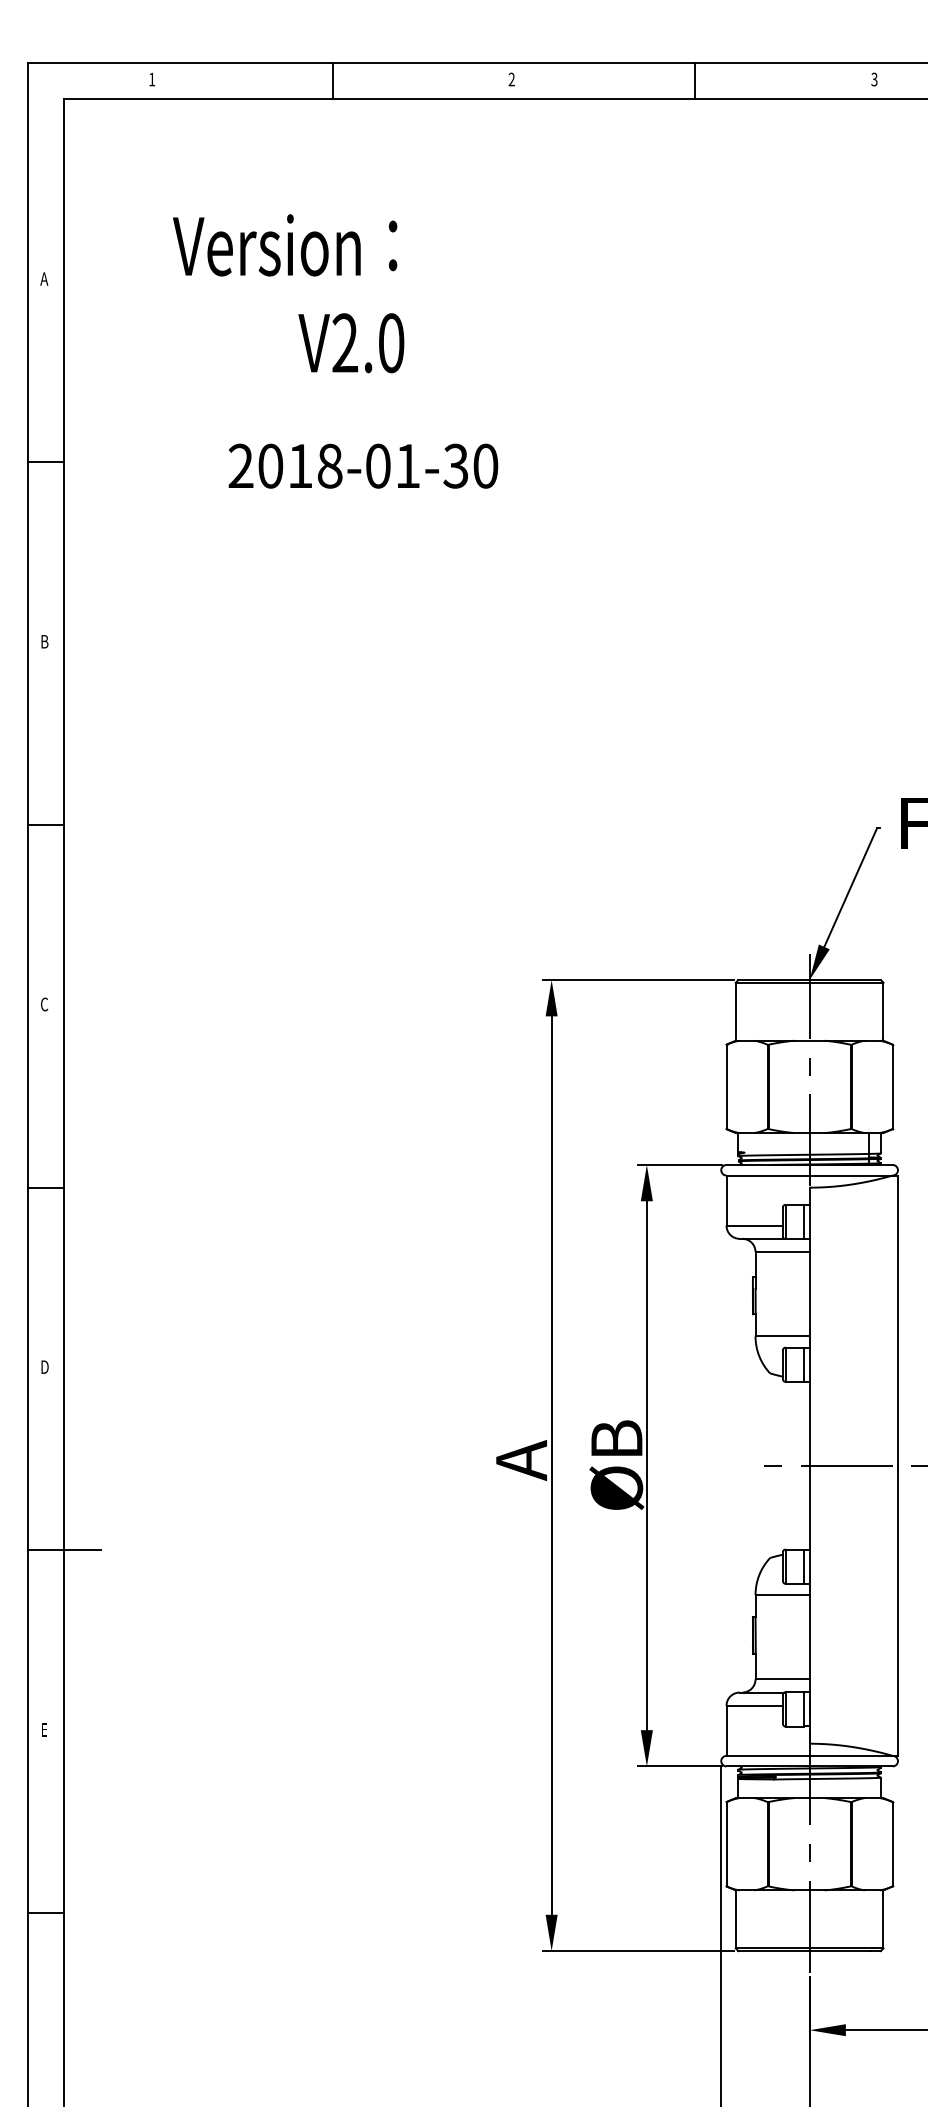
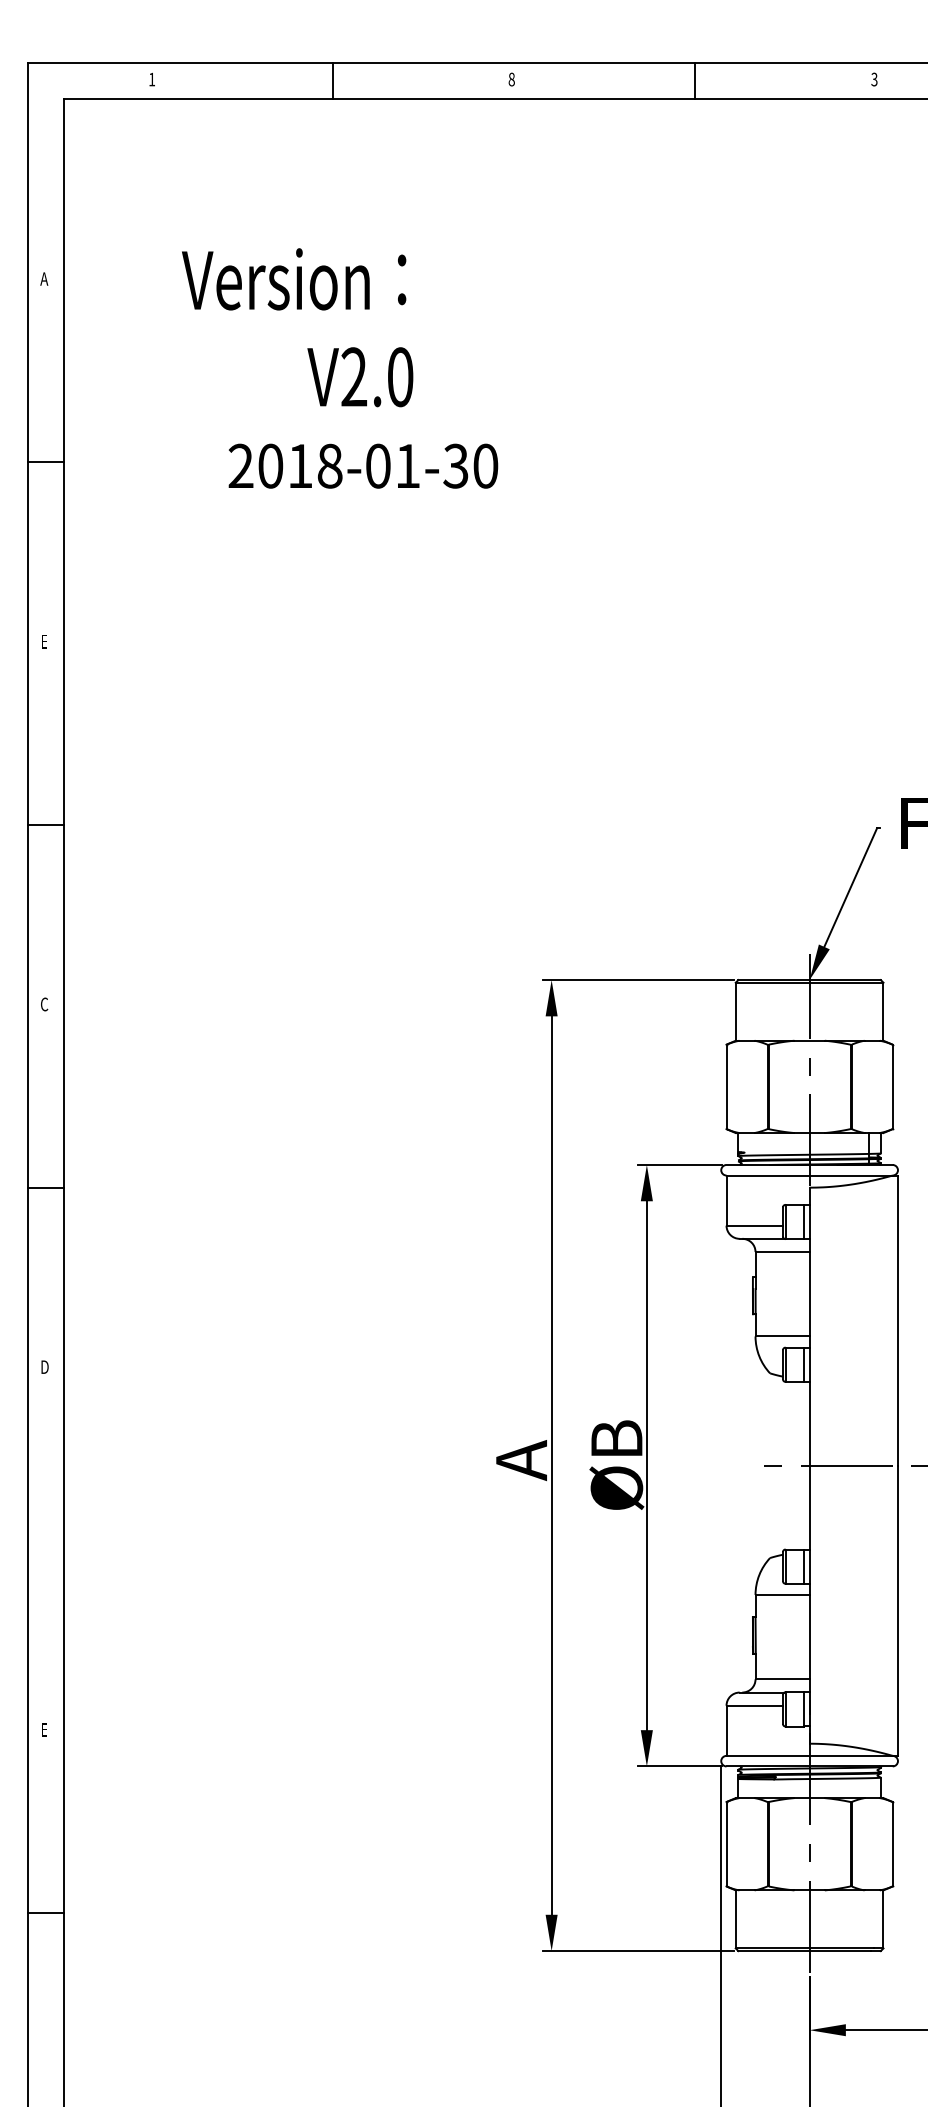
text at (511, 79): 2 -> 8
text at (288, 293) position: (288, 293) -> (297, 327)
text at (44, 641): B -> E
line at (64, 1550): present -> none
